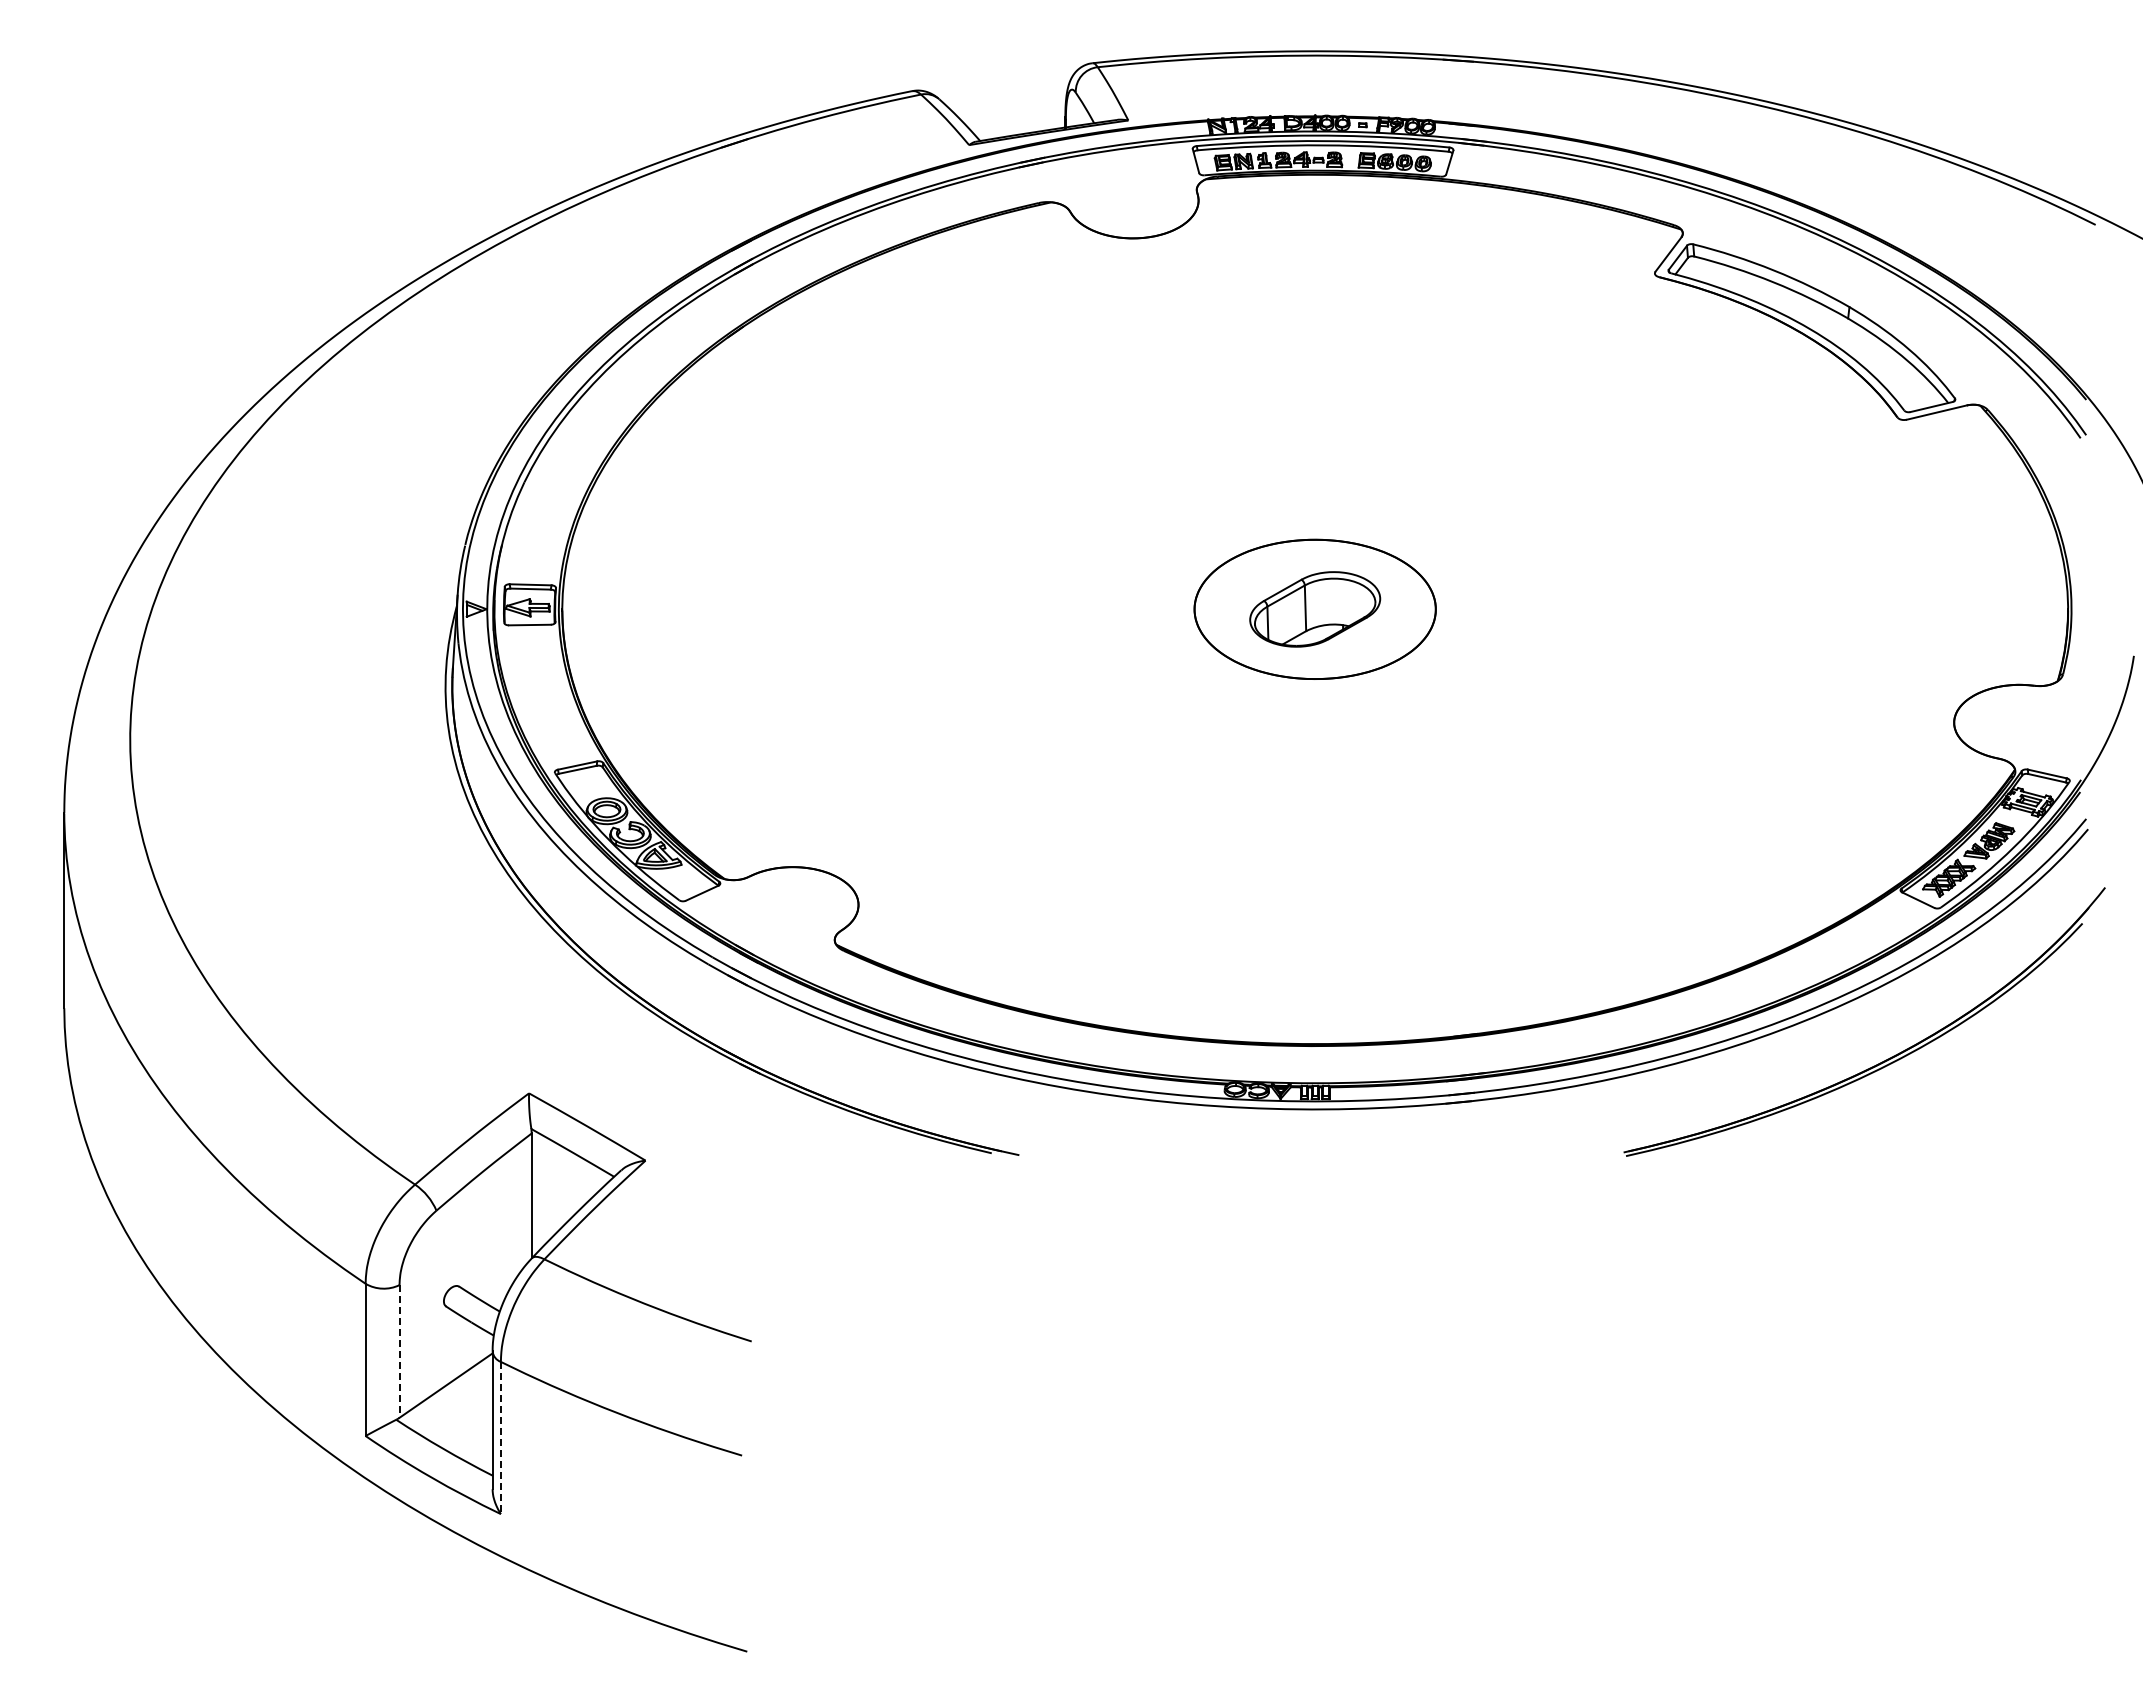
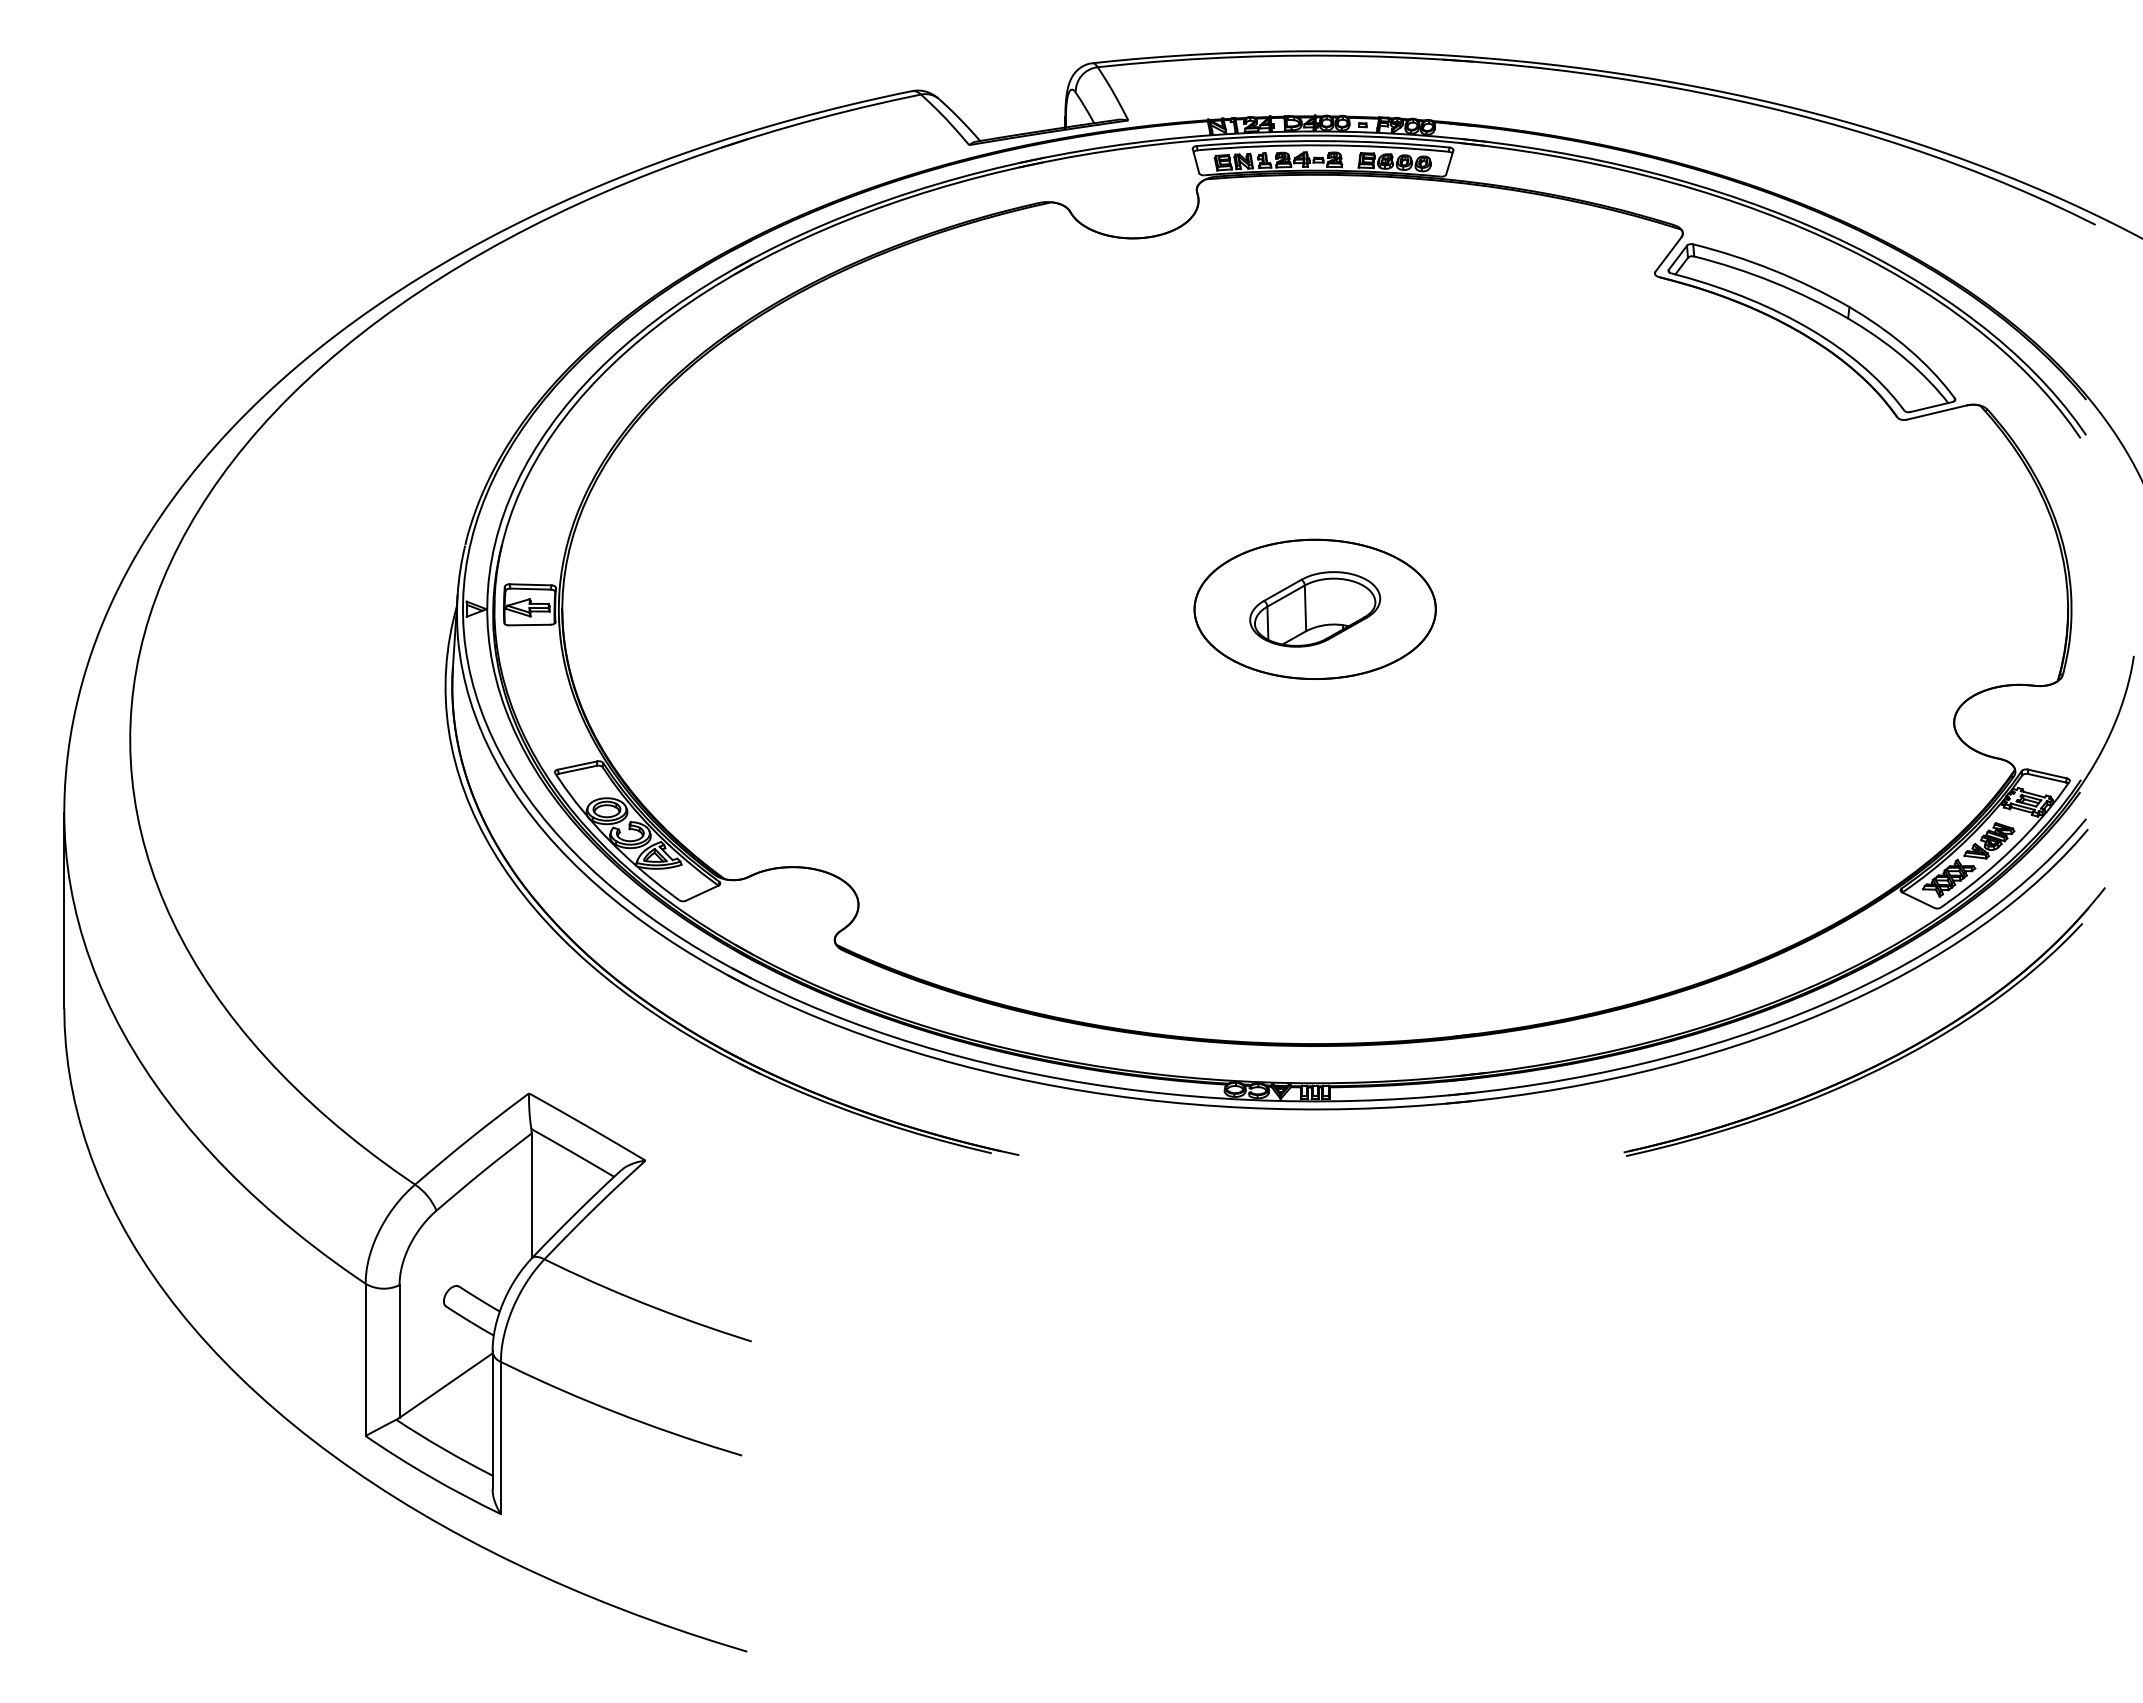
line at (399, 1351): dashed -> solid
line at (500, 1438): dashed -> solid
